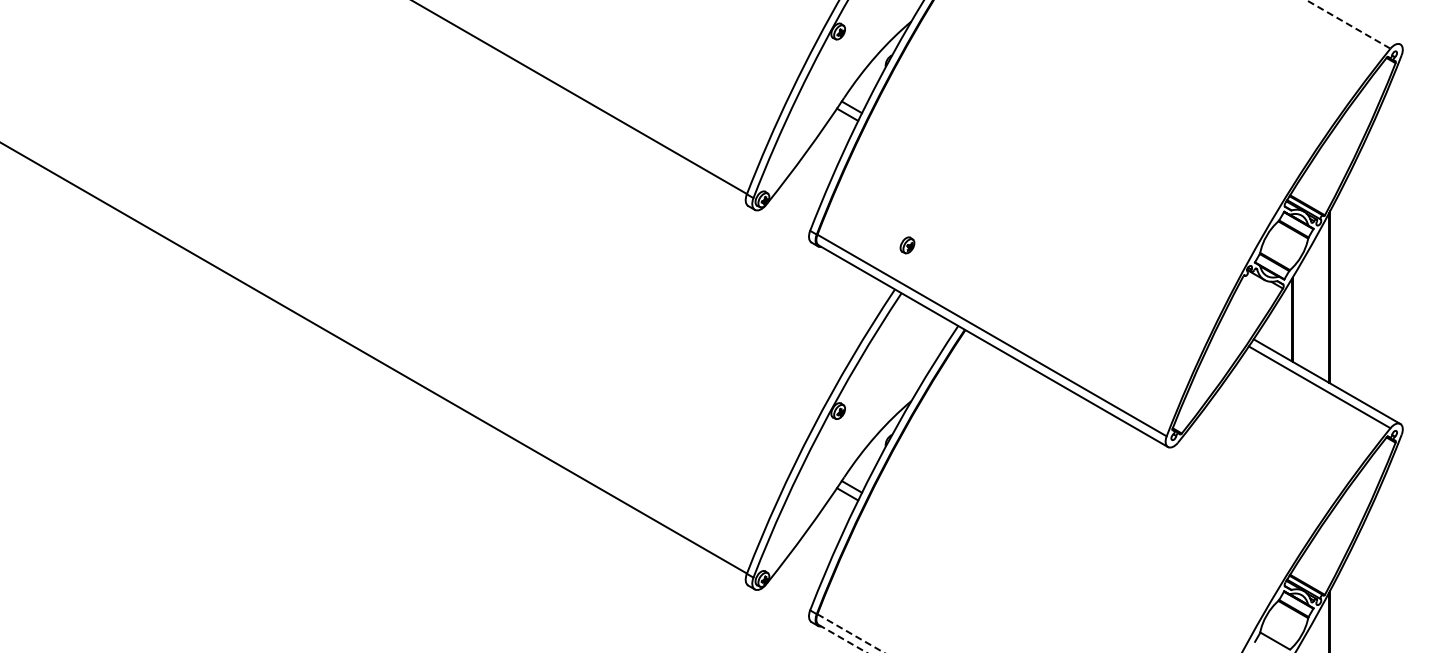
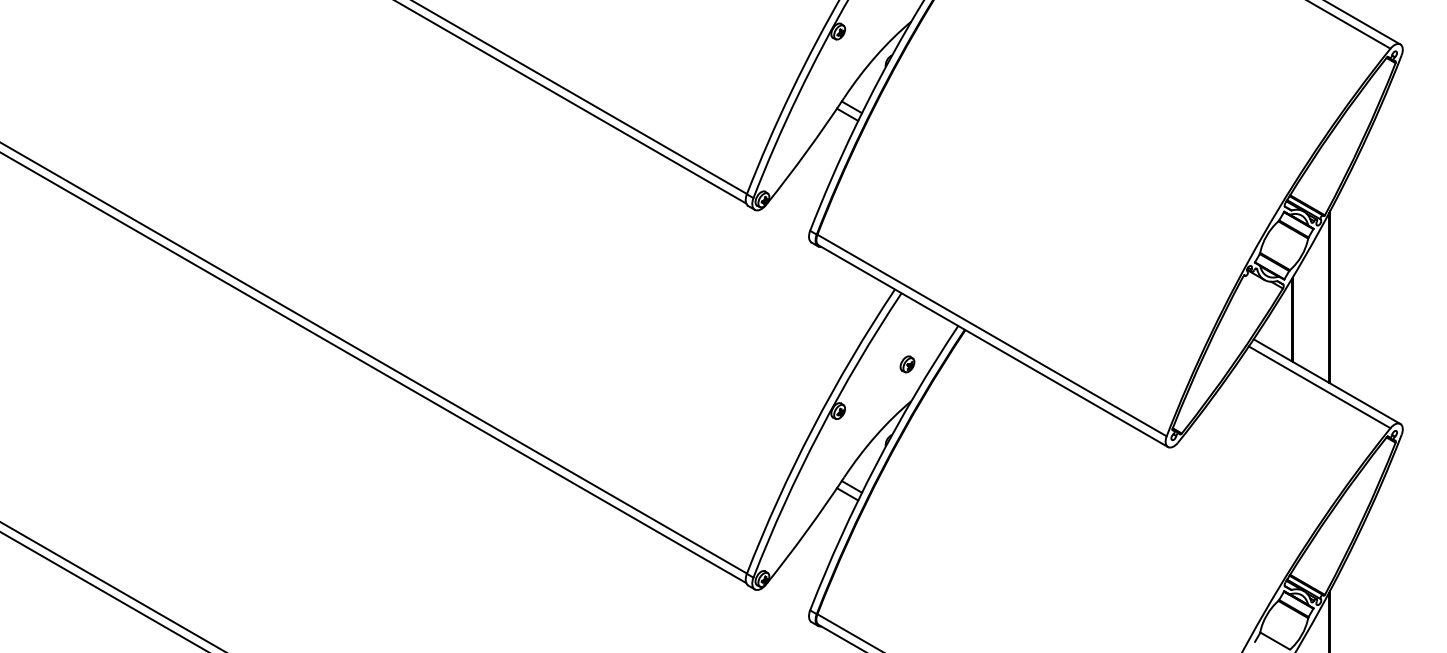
line at (1363, 23): none -> present
line at (1349, 24): dashed -> solid
line at (572, 102): none -> present
part at (907, 245) position: (907, 245) -> (907, 364)
line at (374, 368): none -> present
line at (111, 586): none -> present
line at (102, 590): none -> present
line at (851, 633): dashed -> solid
line at (842, 638): dashed -> solid
